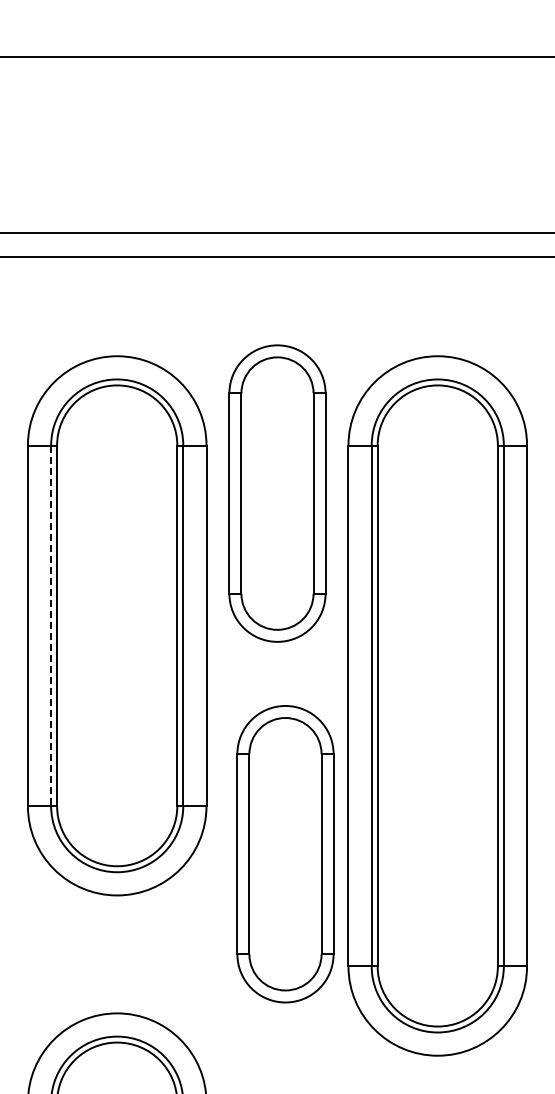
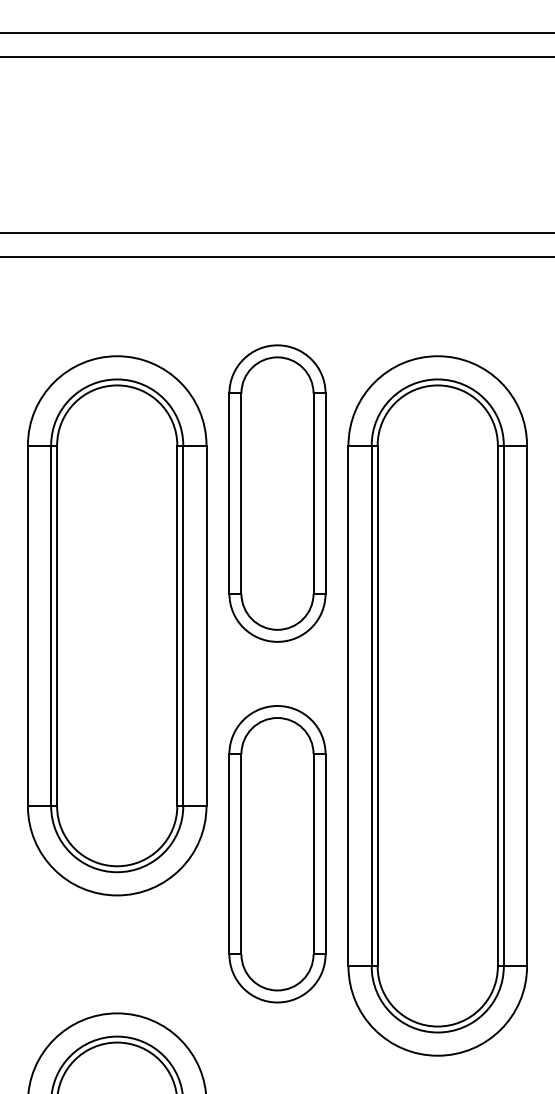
line at (276, 32): none -> present
line at (51, 626): dashed -> solid
part at (285, 854) position: (285, 854) -> (277, 854)
